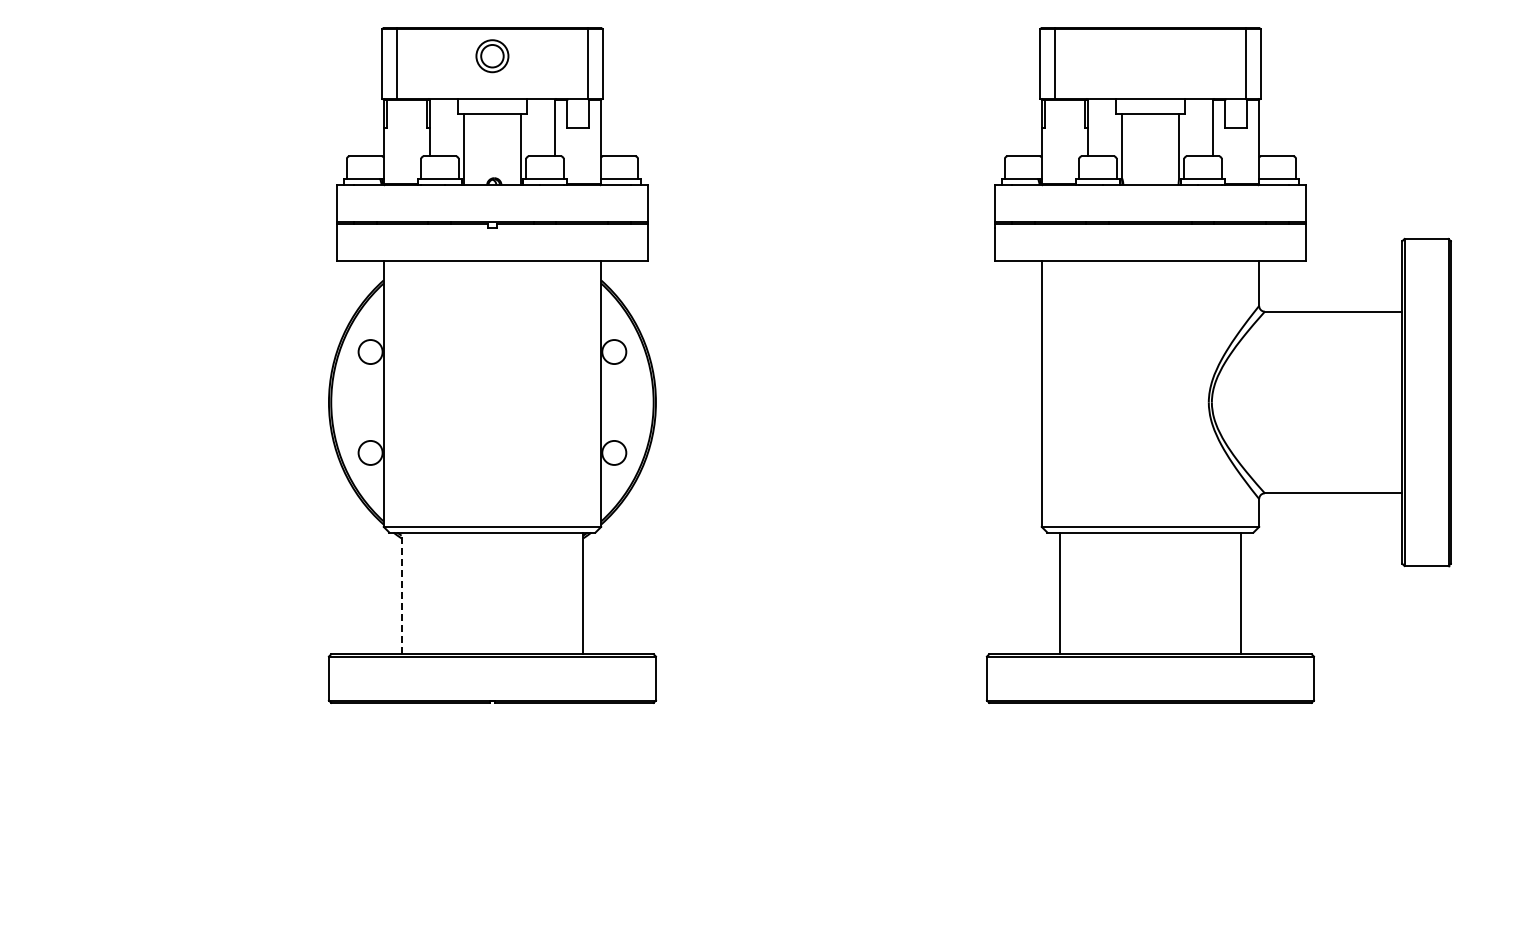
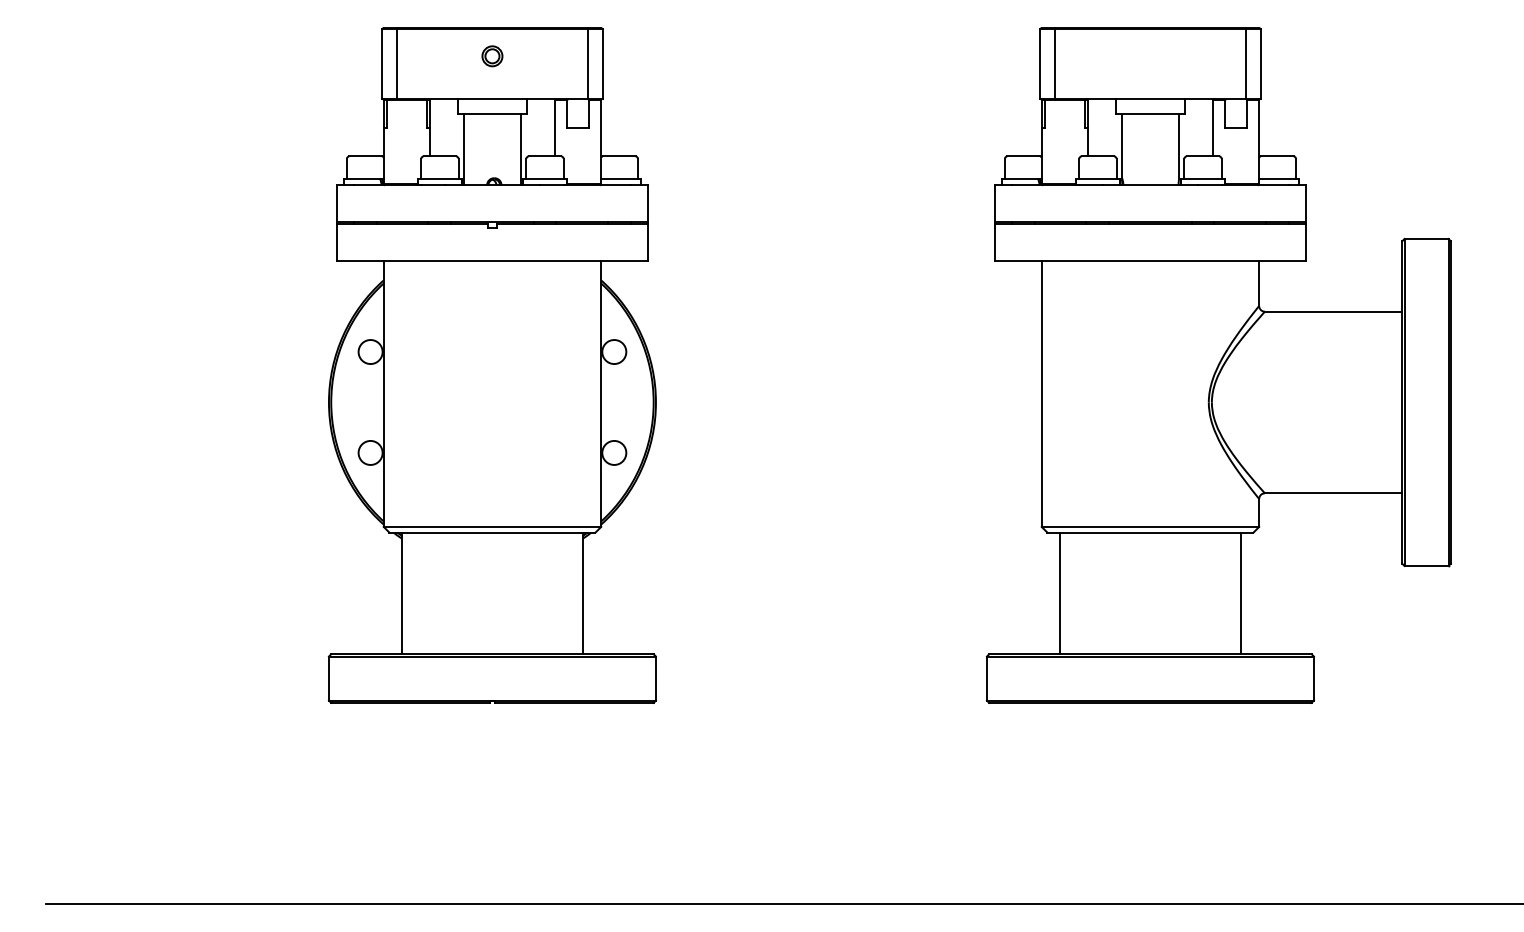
part at (492, 56) size: 35x35 px -> 23x23 px
line at (401, 593): dashed -> solid
line at (782, 904): none -> present
